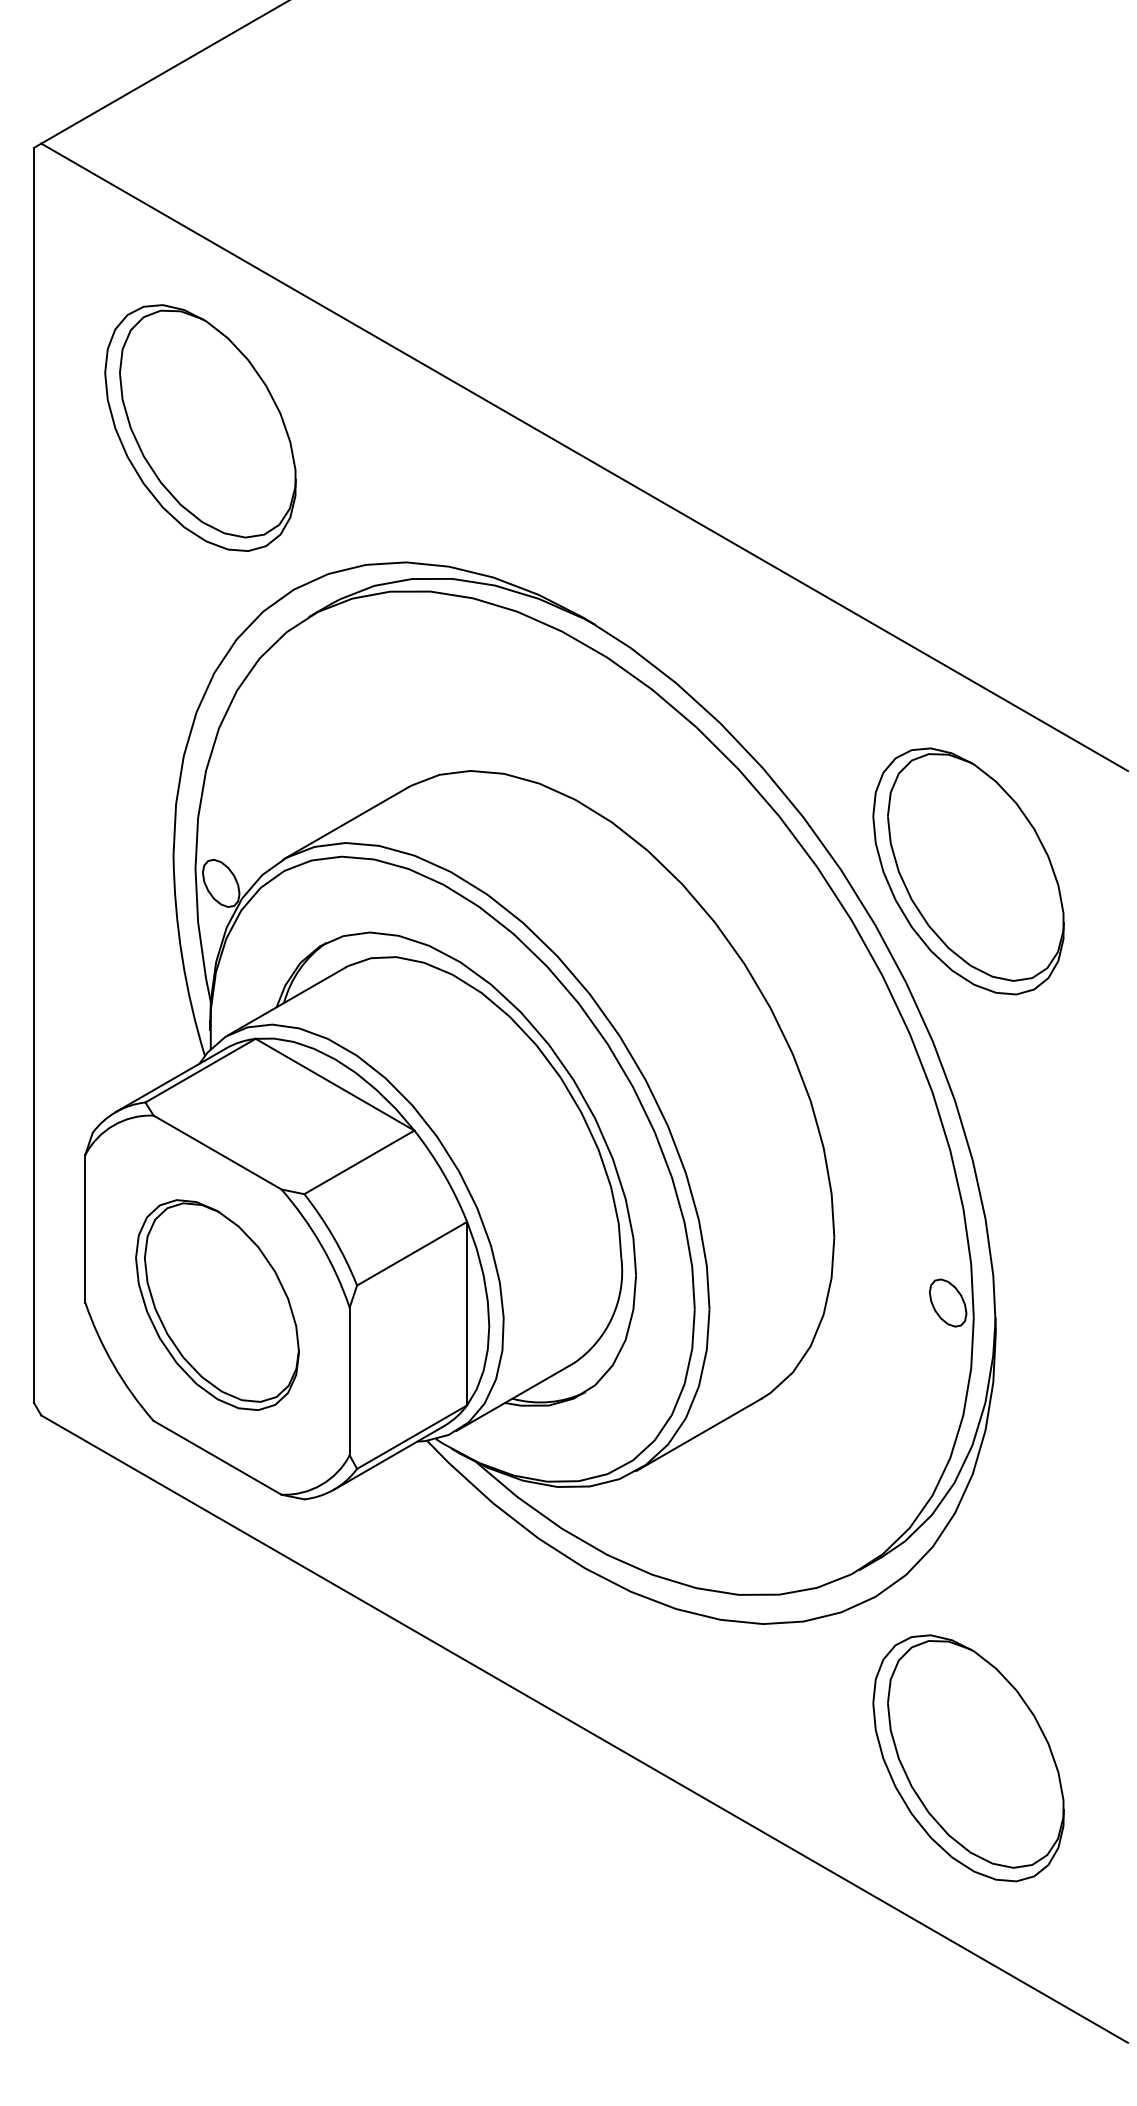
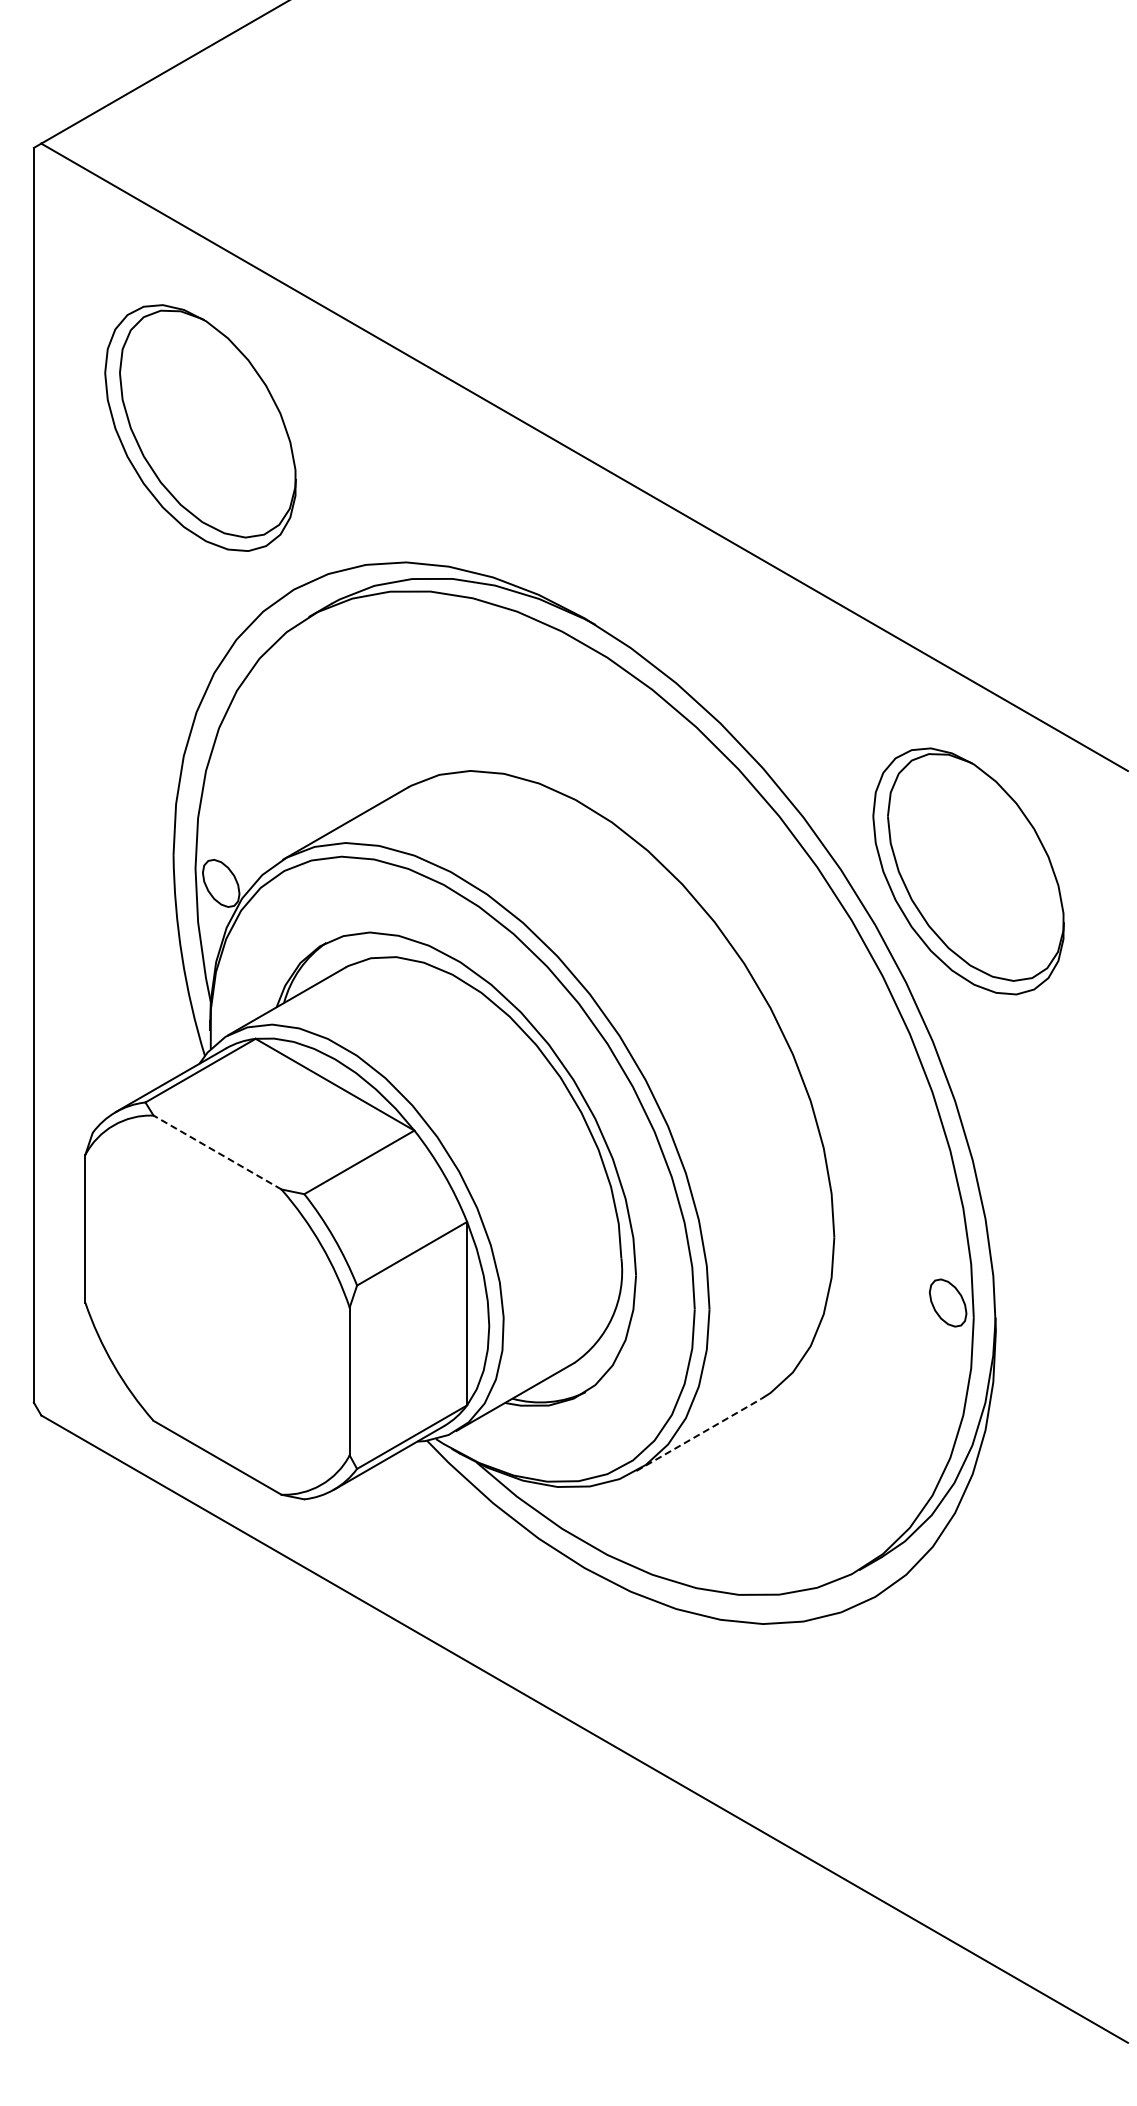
line at (217, 1152): solid -> dashed
part at (217, 1304): present -> none
line at (699, 1434): solid -> dashed
part at (968, 1758): present -> none
